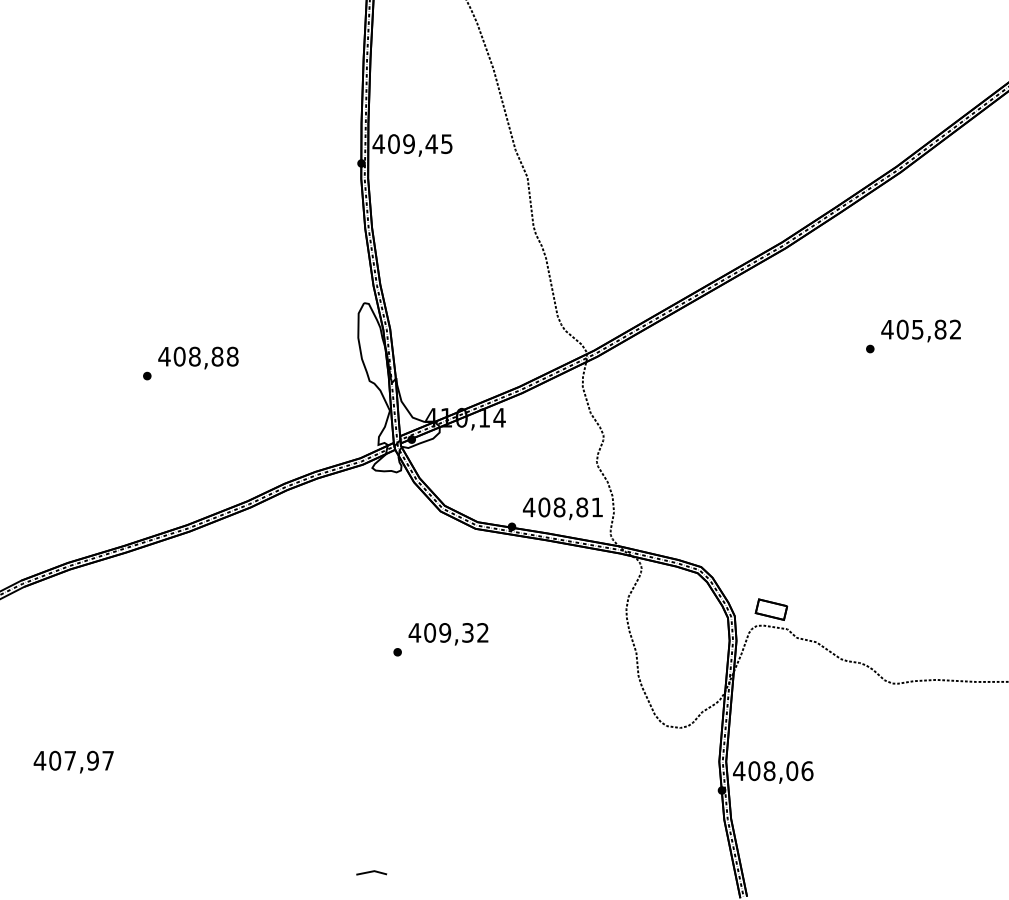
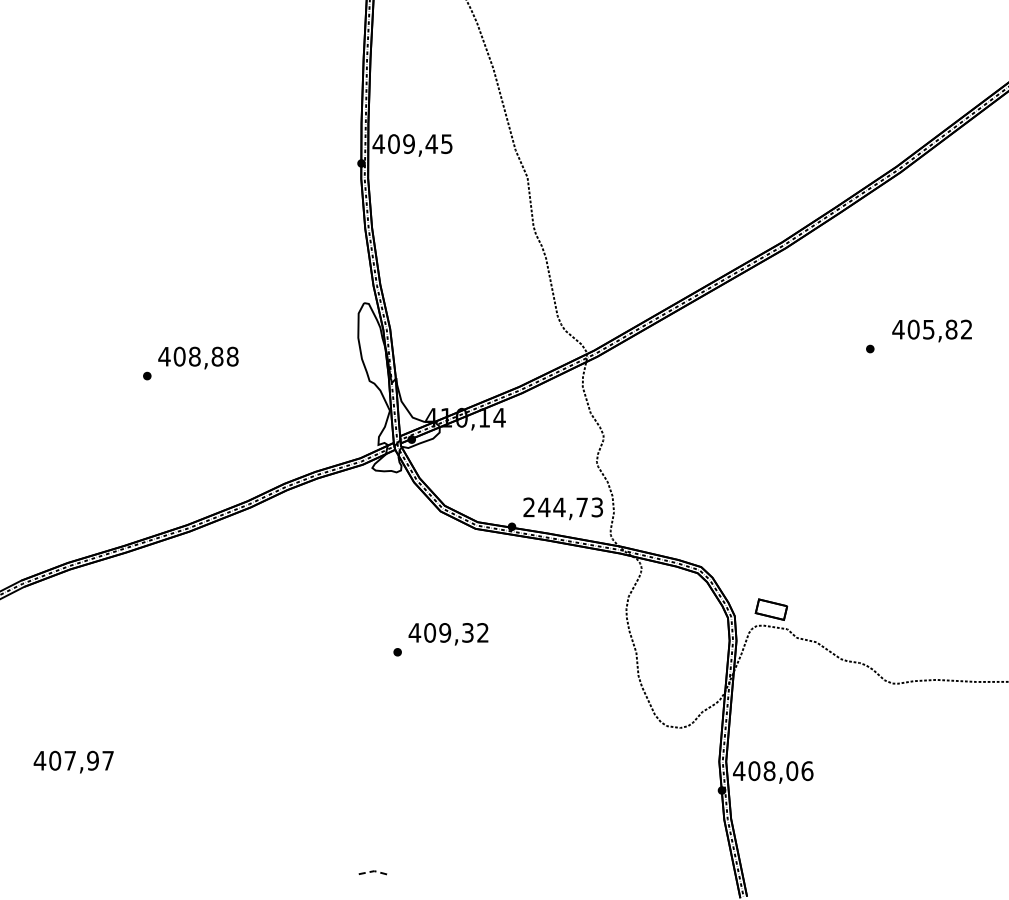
text at (920, 330) position: (920, 330) -> (931, 330)
text at (562, 507): 408,81 -> 244,73
line at (372, 871): solid -> dashed
